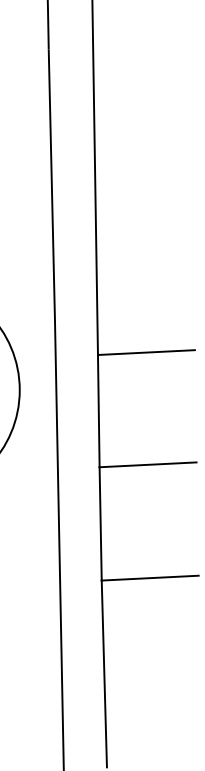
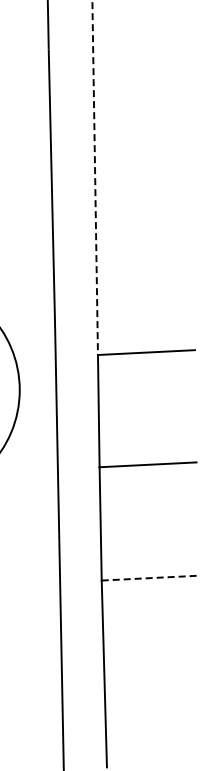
line at (95, 178): solid -> dashed
line at (150, 578): solid -> dashed
